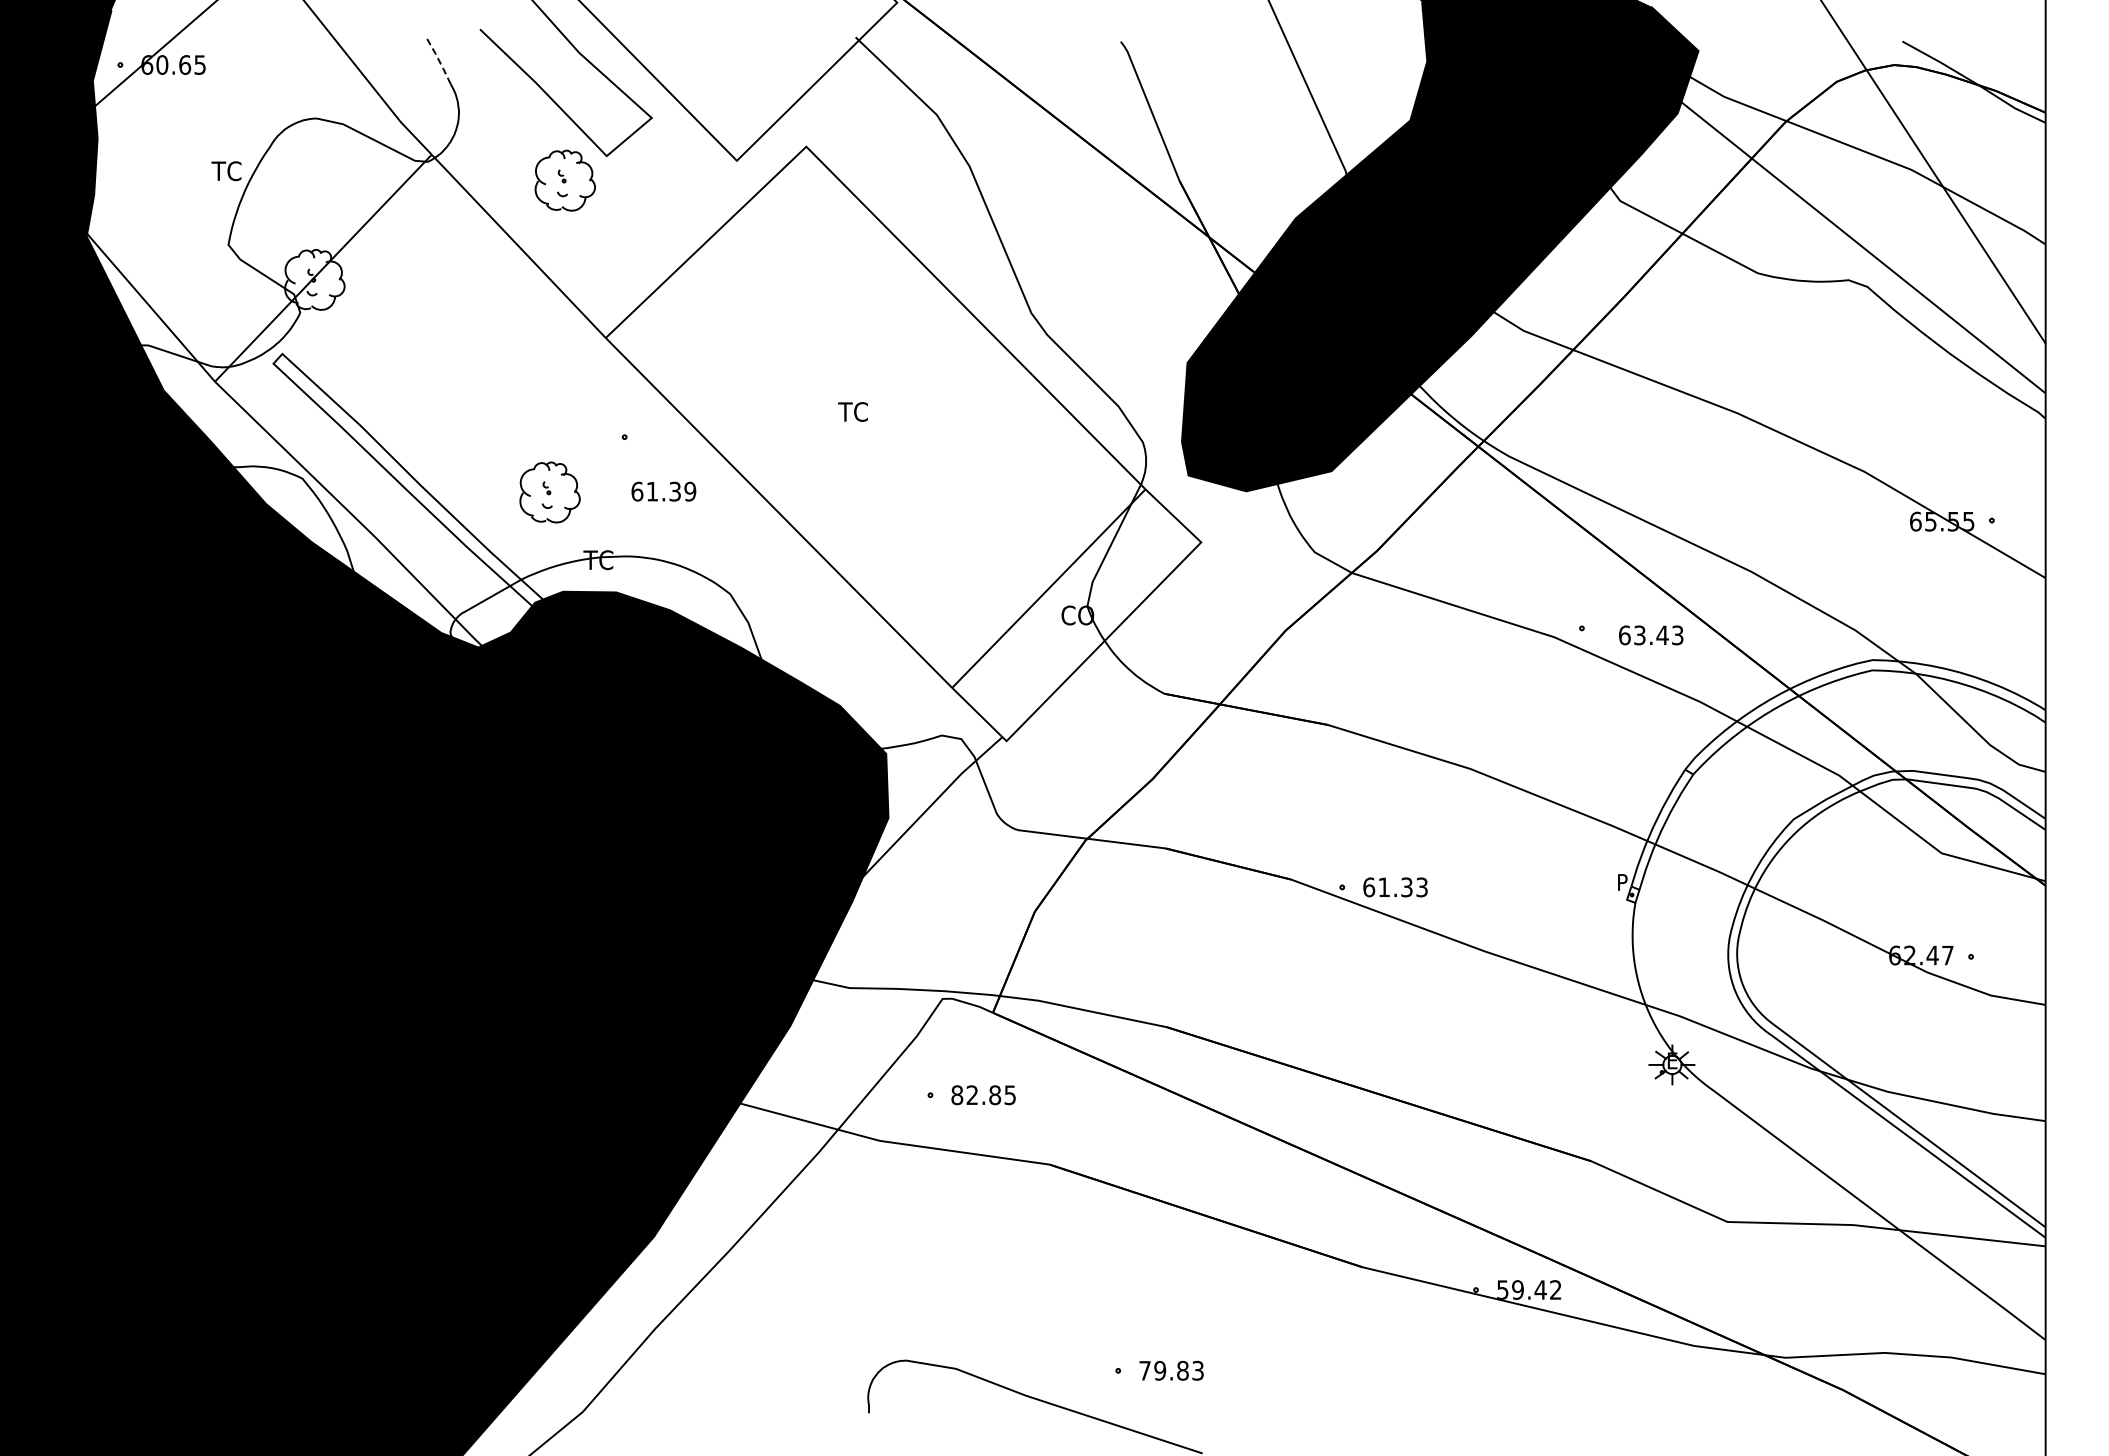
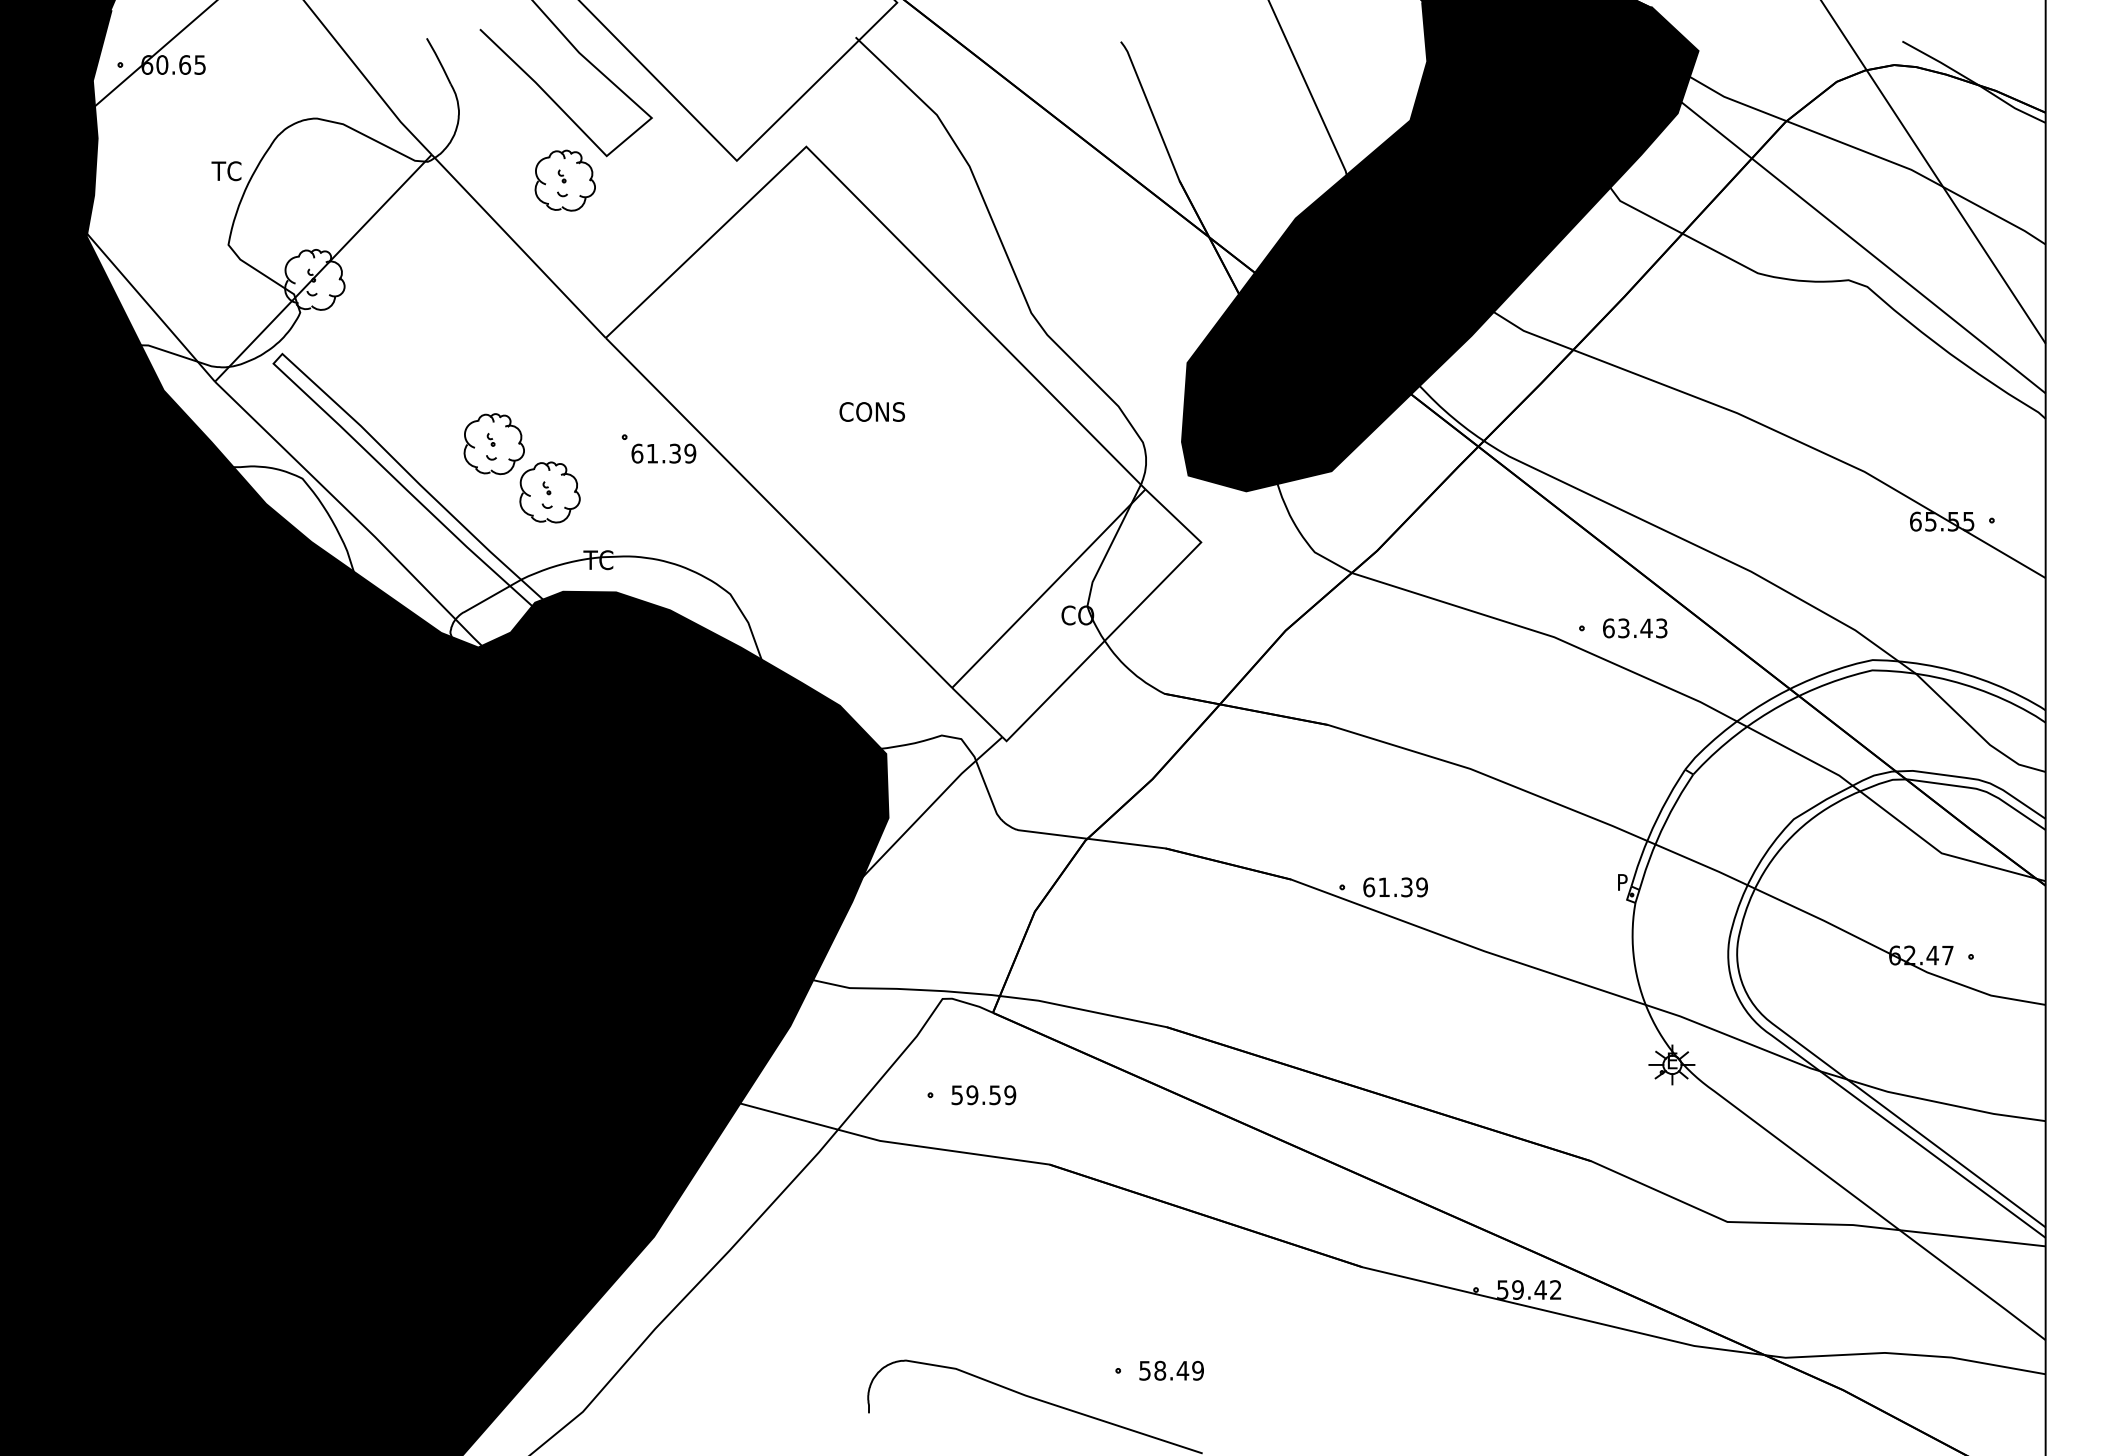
line at (439, 60): dashed -> solid
text at (871, 411): TC -> CONS
part at (493, 444): none -> present
text at (663, 491) position: (663, 491) -> (663, 453)
text at (1651, 635) position: (1651, 635) -> (1635, 628)
text at (1421, 887): 61.33 -> 61.39
text at (983, 1095): 82.85 -> 59.59
text at (1171, 1370): 79.83 -> 58.49
